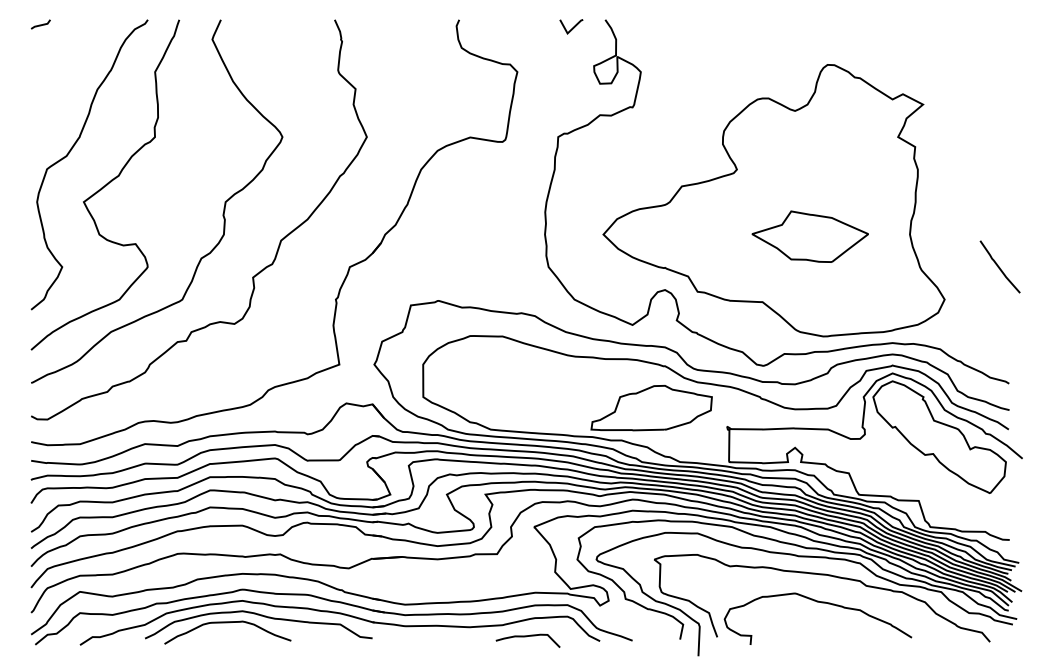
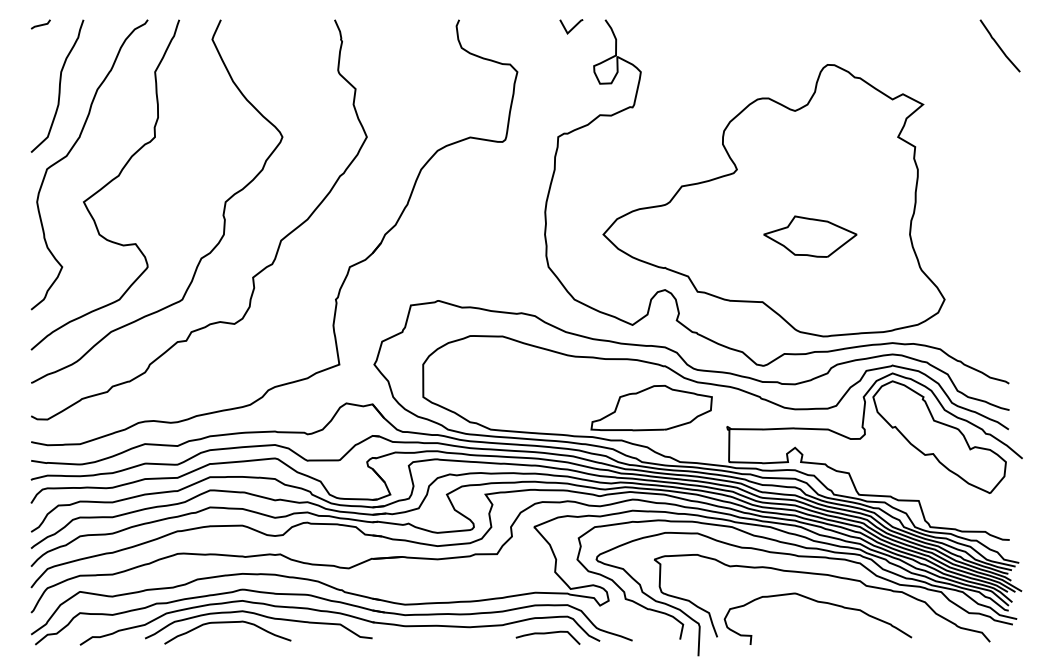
curve at (59, 85): none -> present
part at (809, 236) size: 118x53 px -> 95x43 px
curve at (999, 266) position: (999, 266) -> (999, 45)
curve at (526, 637) position: (526, 637) -> (546, 634)
